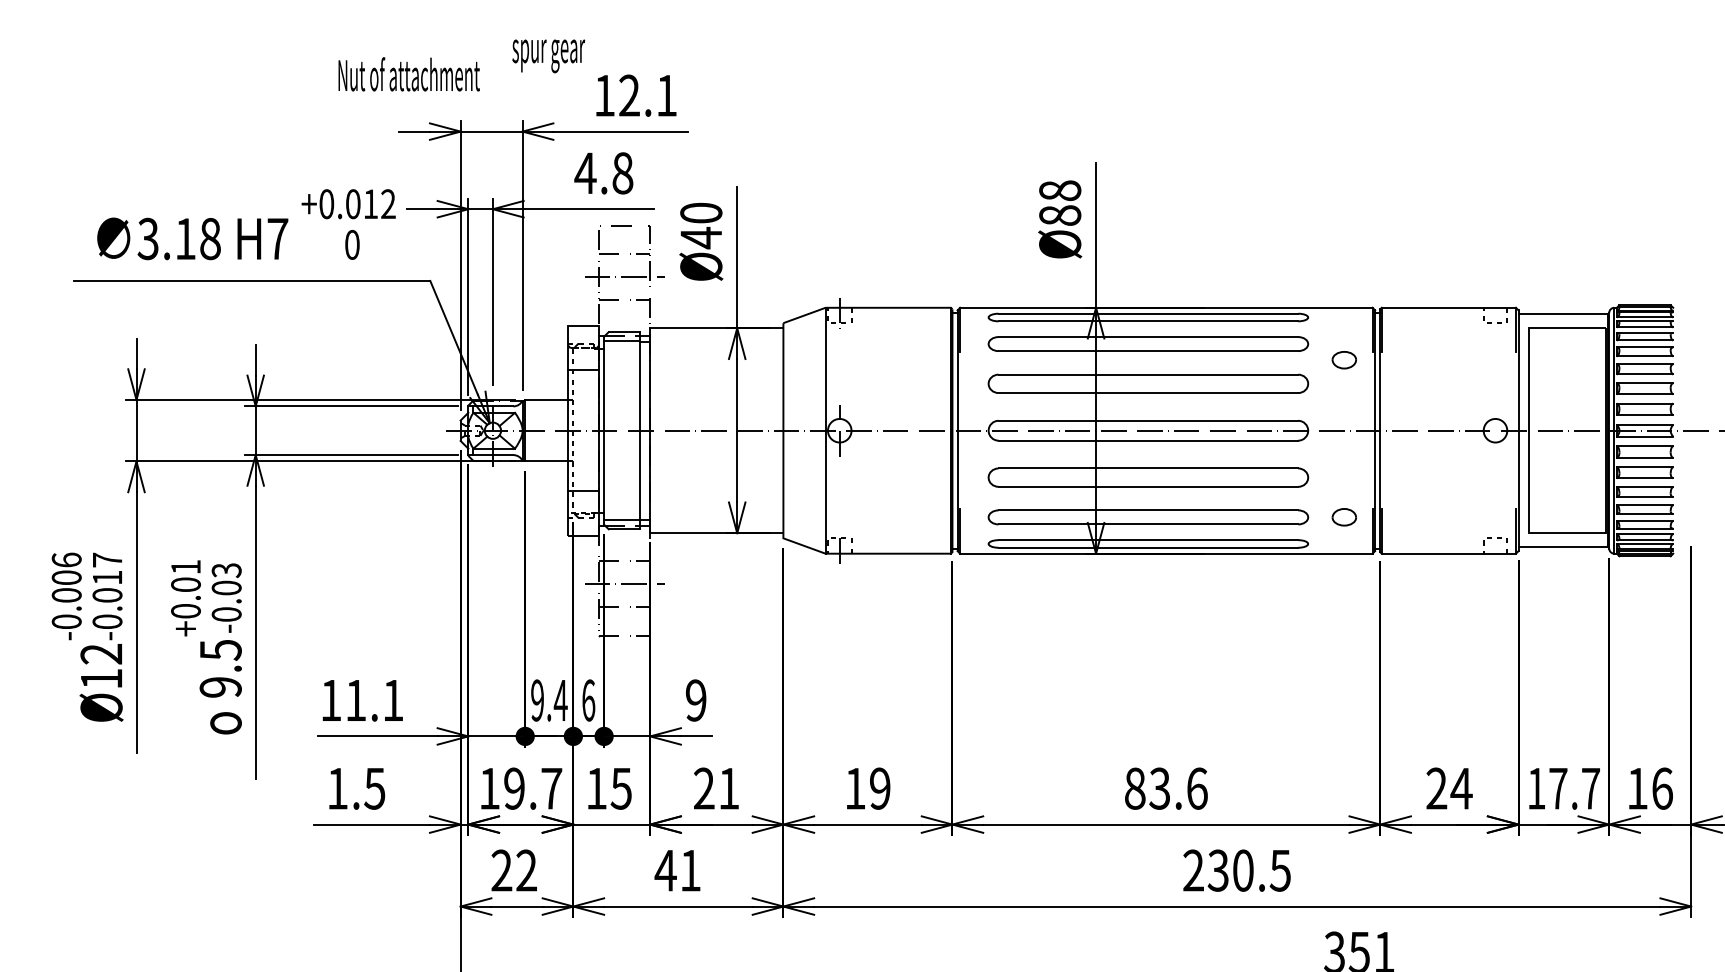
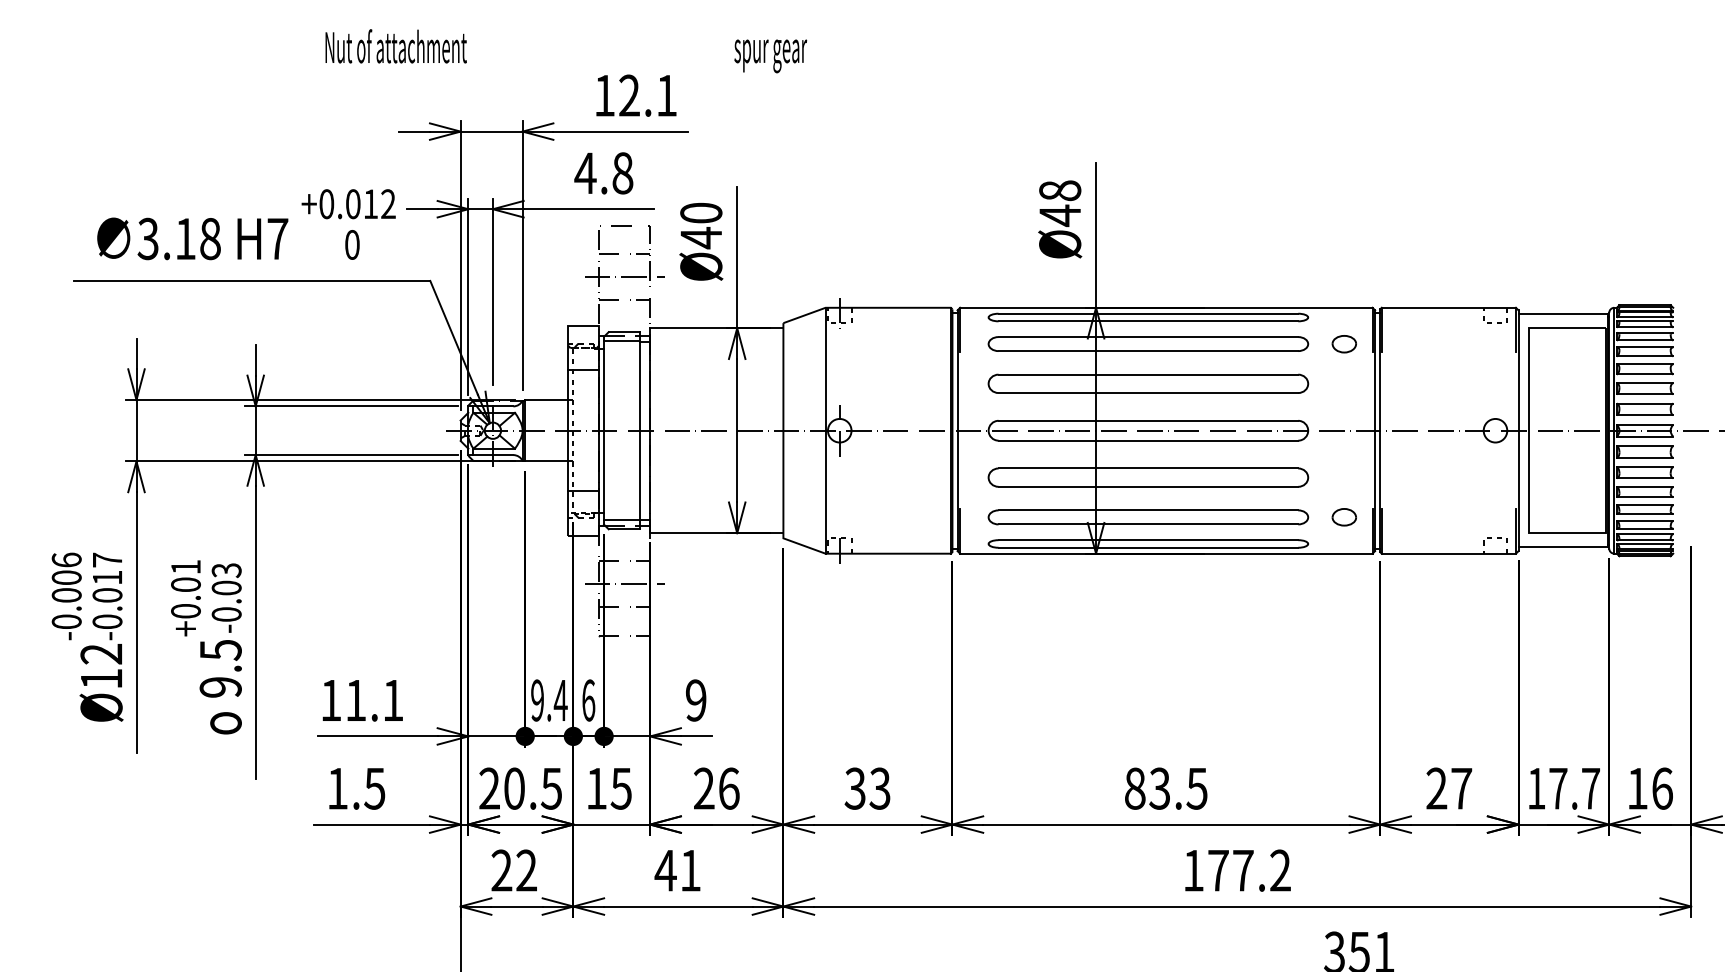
text at (548, 56) position: (548, 56) -> (770, 56)
text at (408, 74) position: (408, 74) -> (395, 46)
text at (1060, 215): Ø88 -> Ø48
part at (1343, 360) position: (1343, 360) -> (1343, 344)
text at (520, 788): 19.7 -> 20.5
text at (729, 788): 21 -> 26
text at (867, 788): 19 -> 33
text at (1196, 788): 83.6 -> 83.5
text at (1461, 788): 24 -> 27
text at (1236, 870): 230.5 -> 177.2
